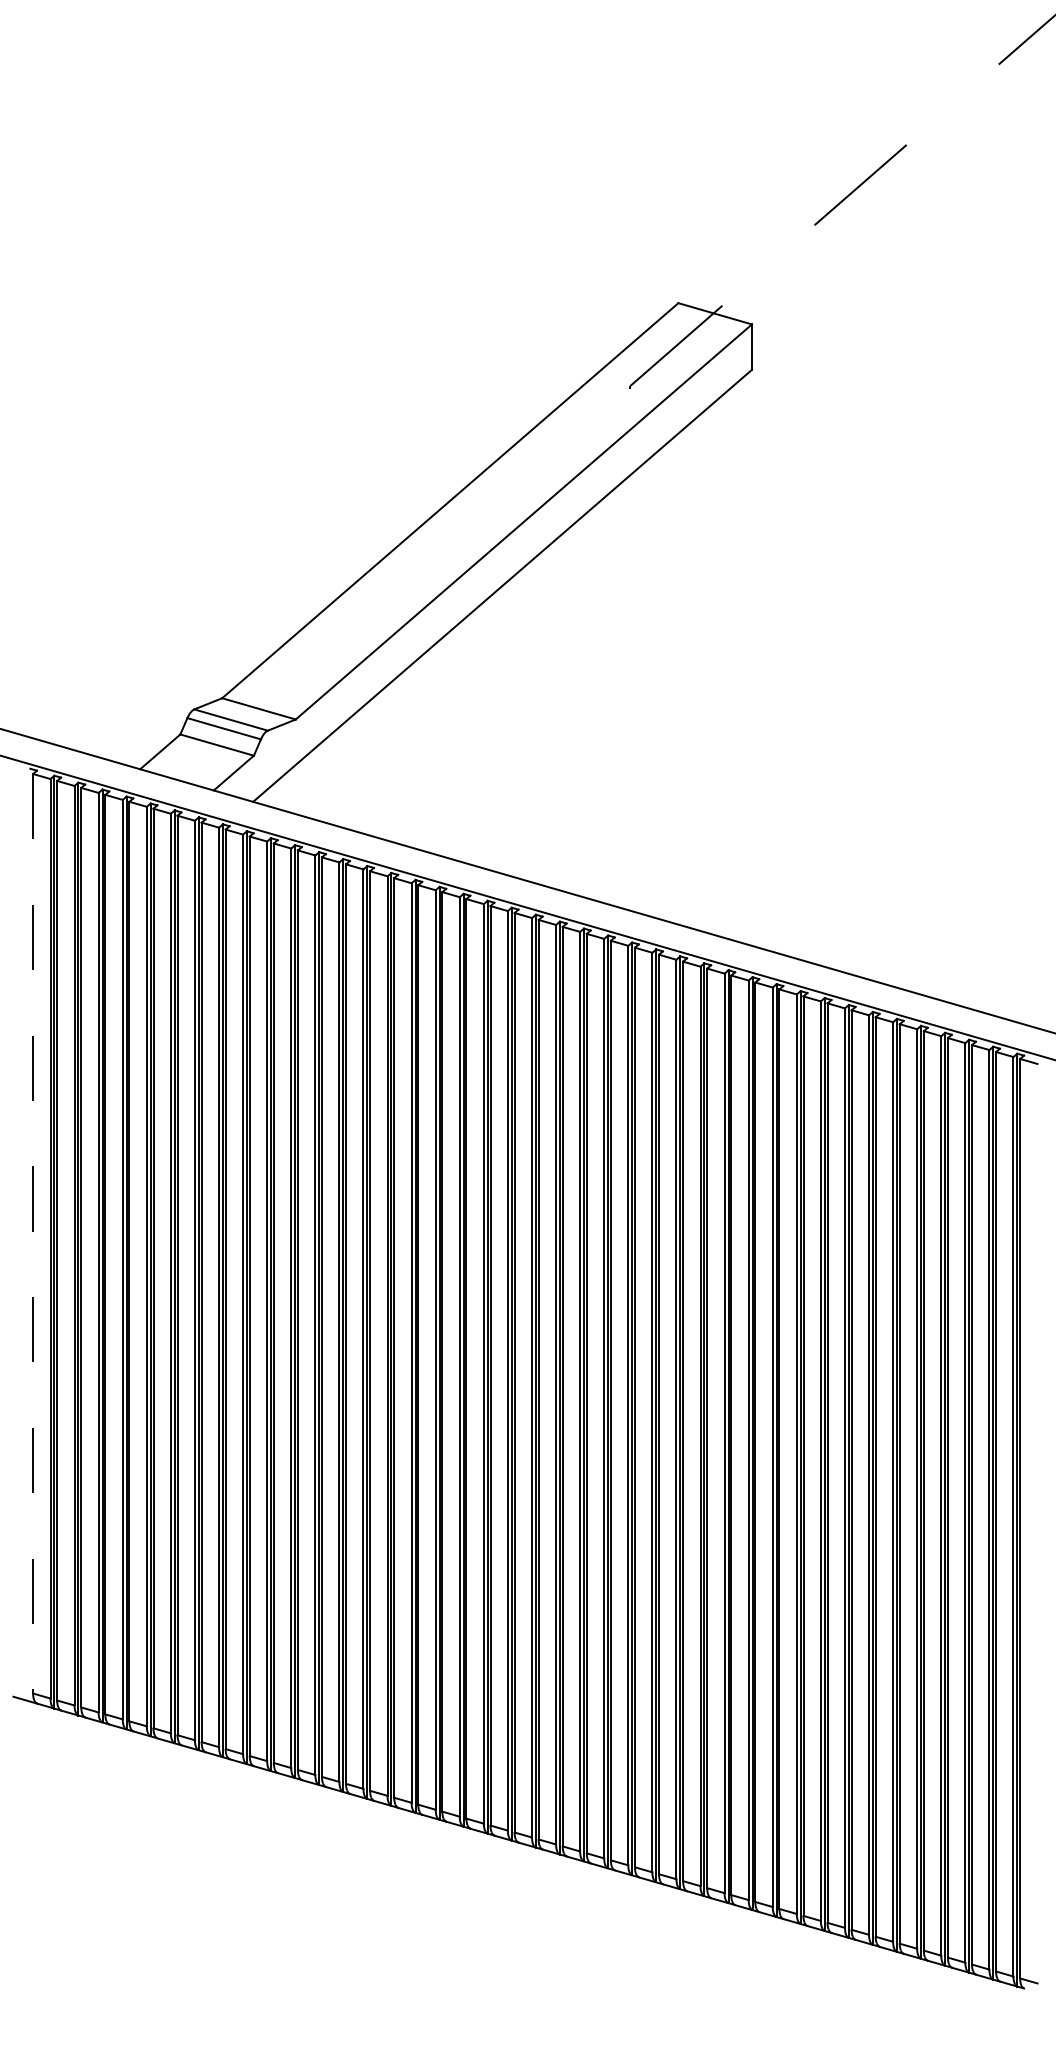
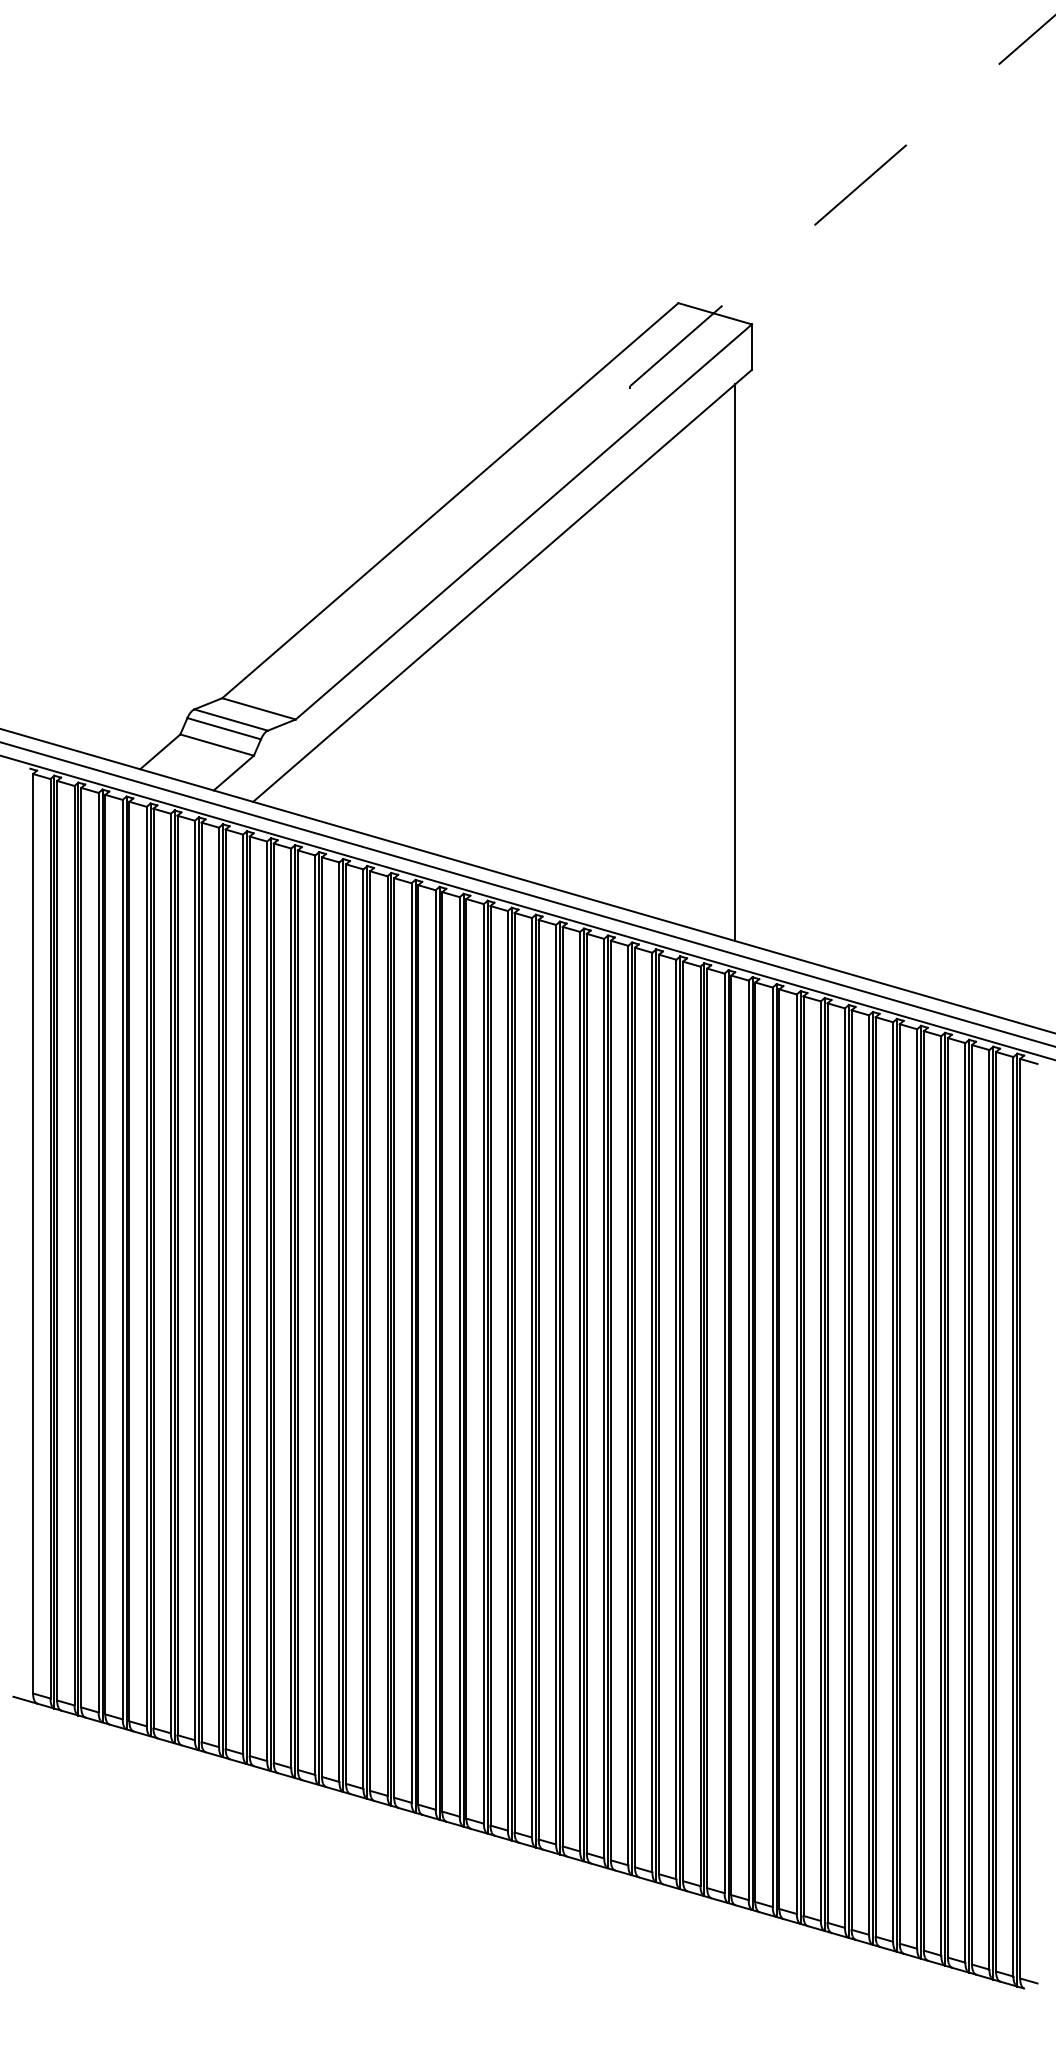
line at (735, 662): none -> present
line at (527, 893): none -> present
line at (33, 1233): dashed -> solid
